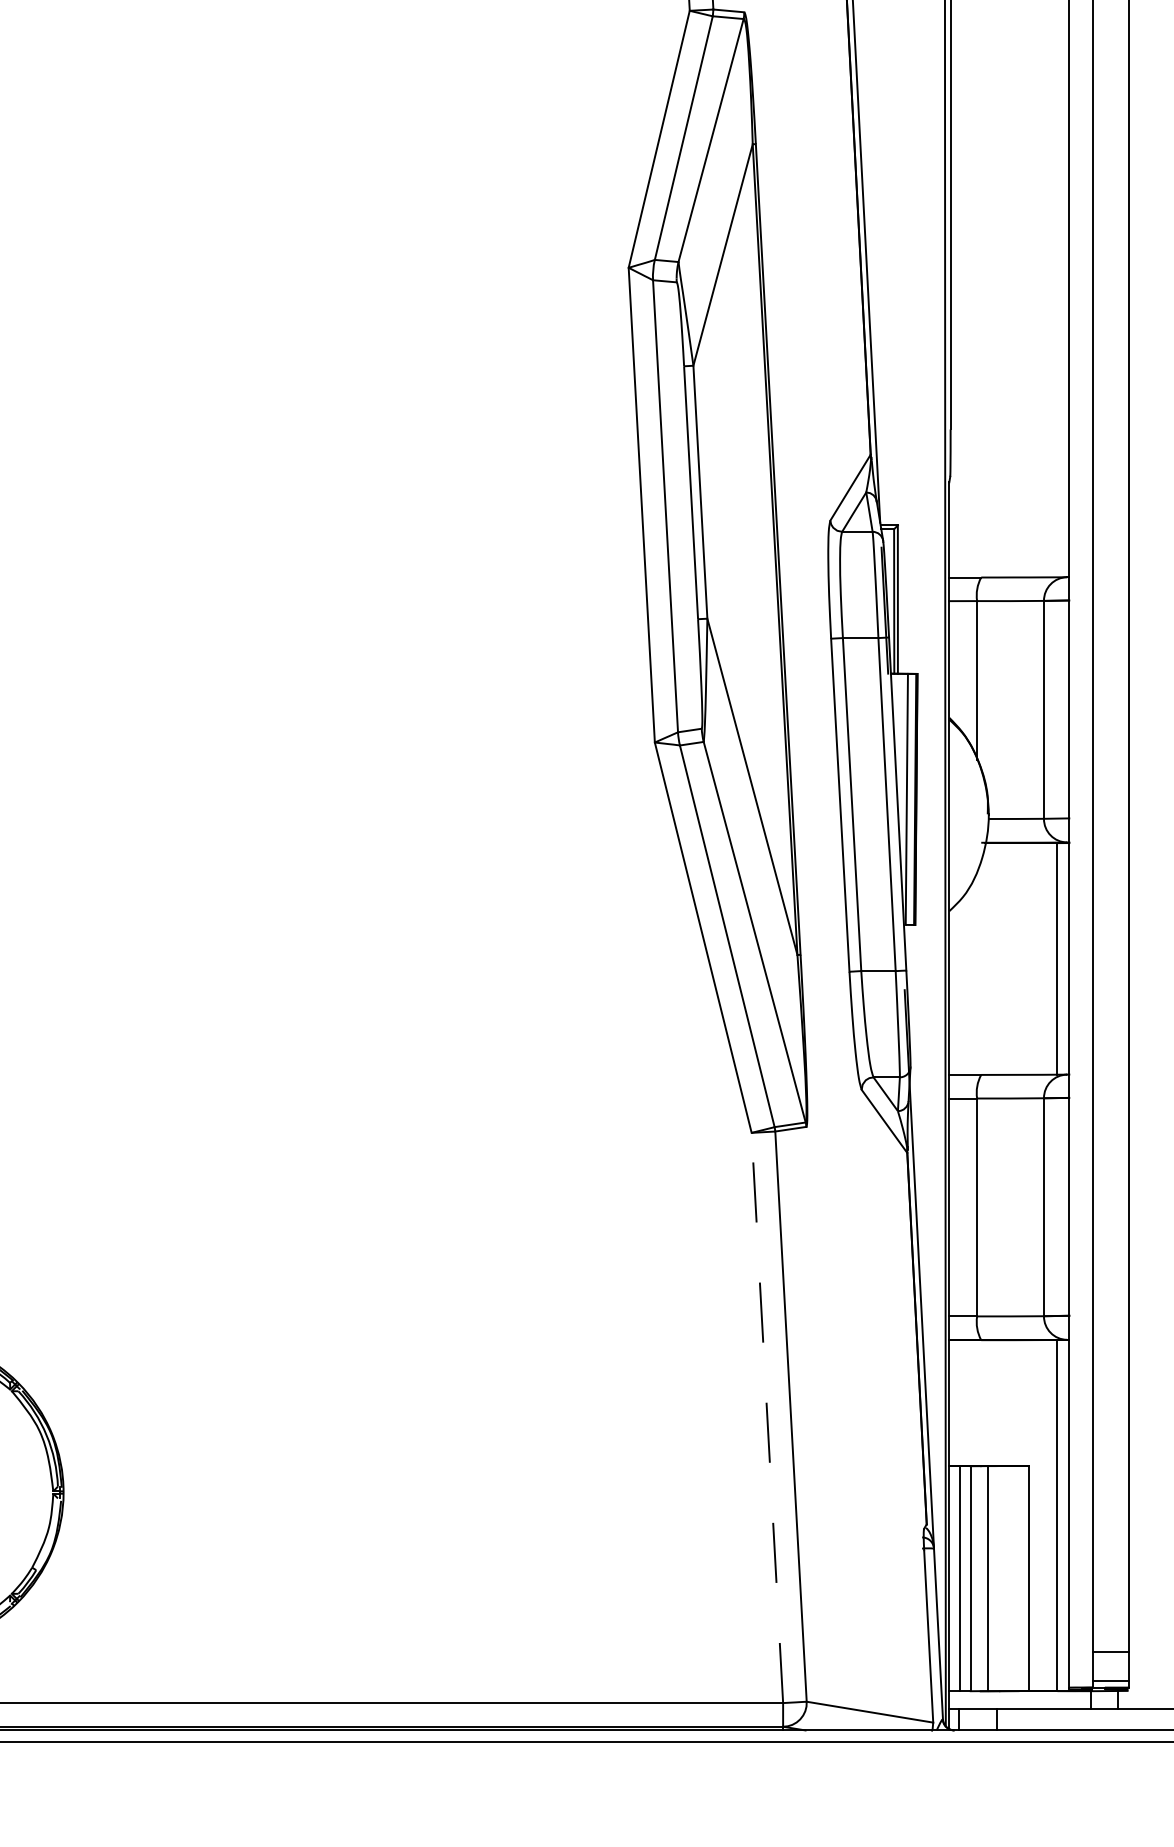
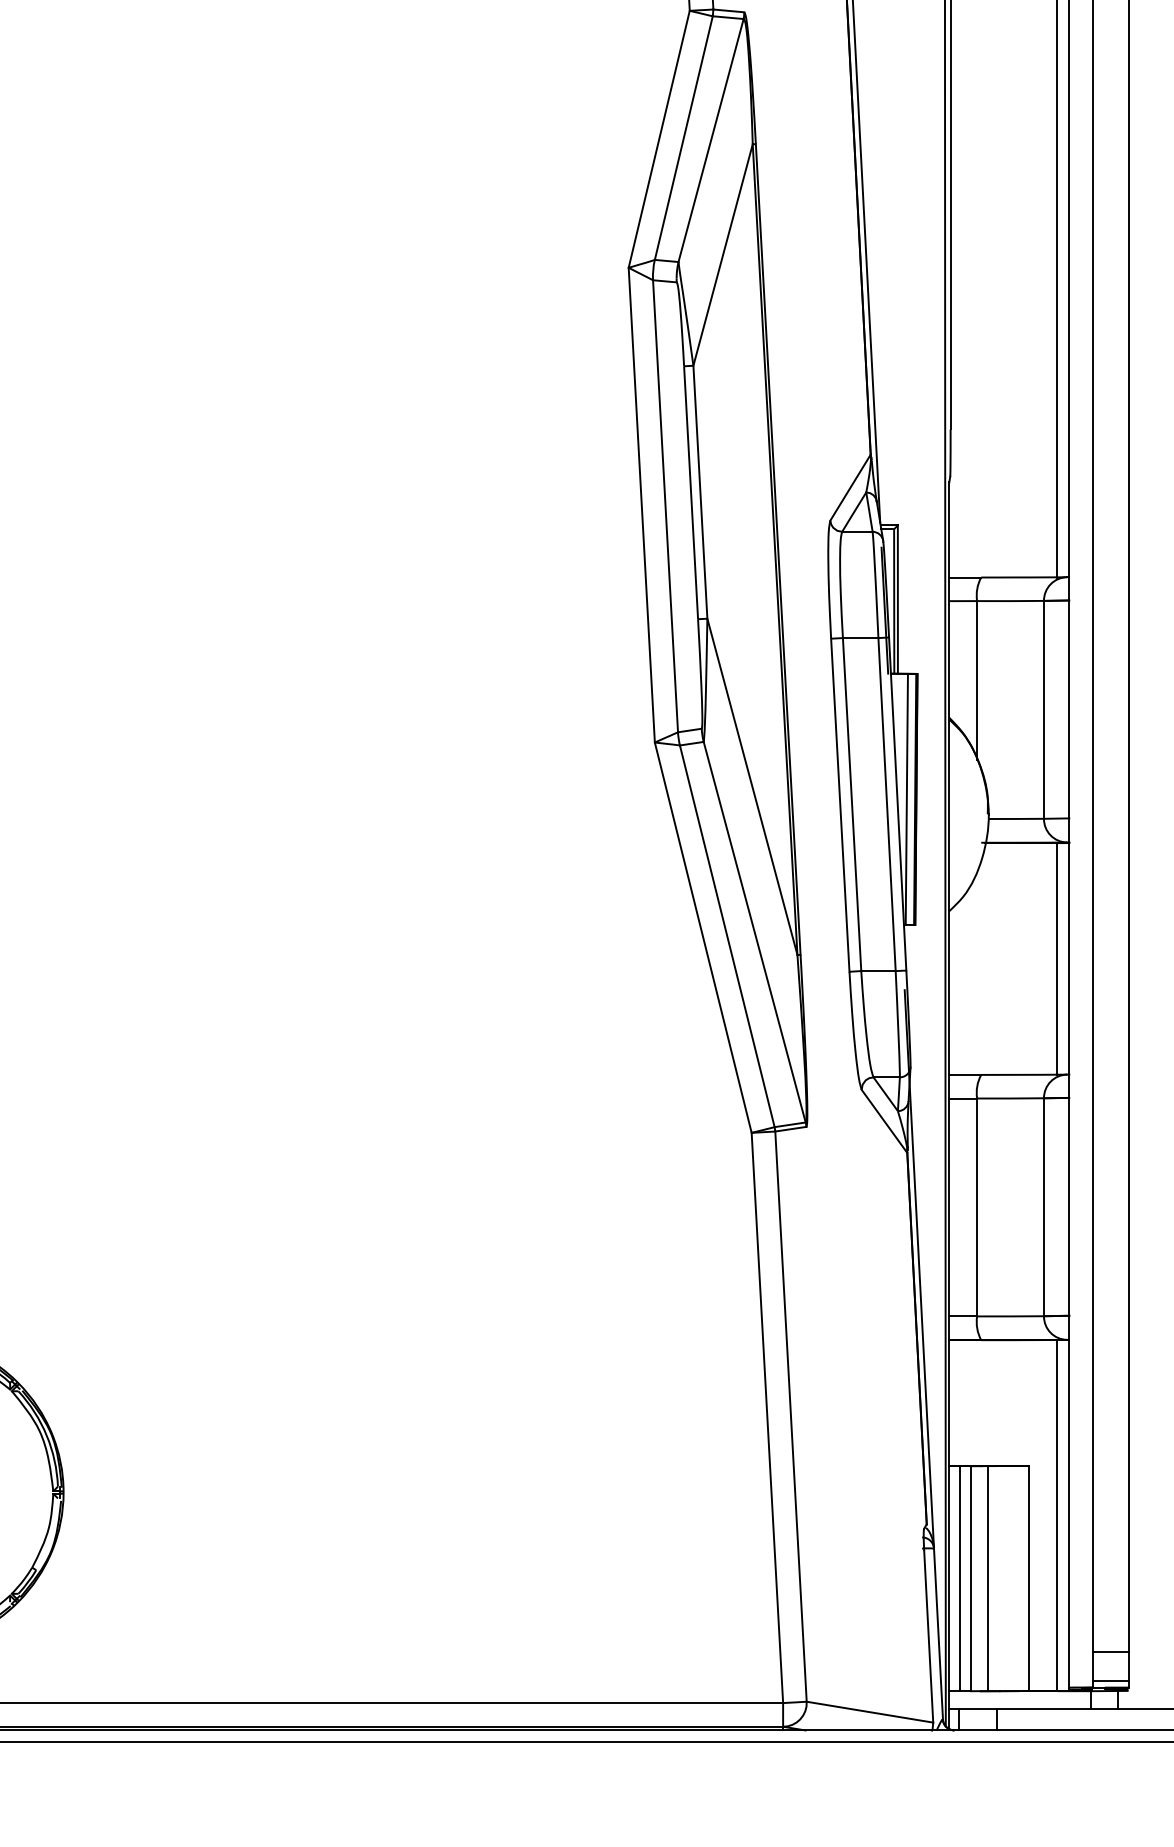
line at (1057, 289): none -> present
line at (767, 1417): dashed -> solid
